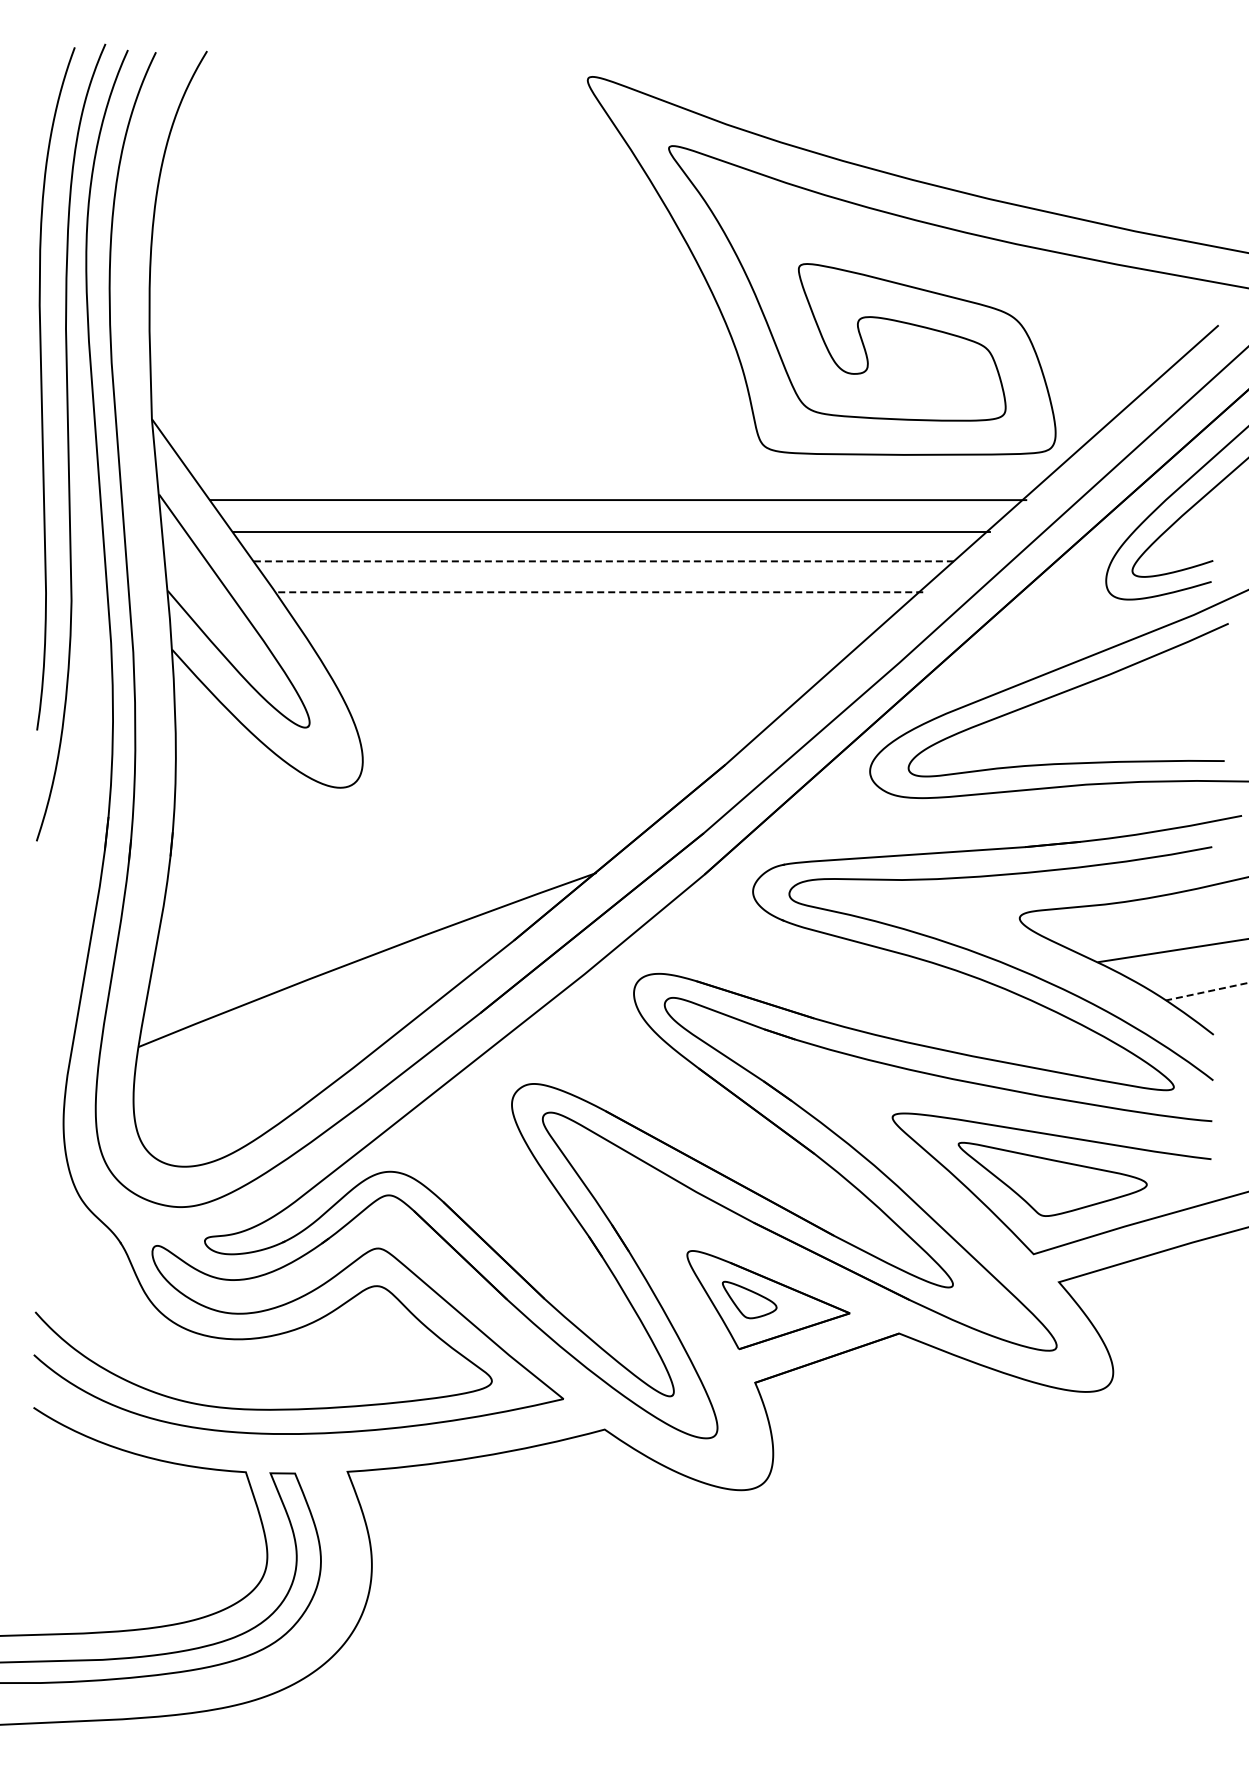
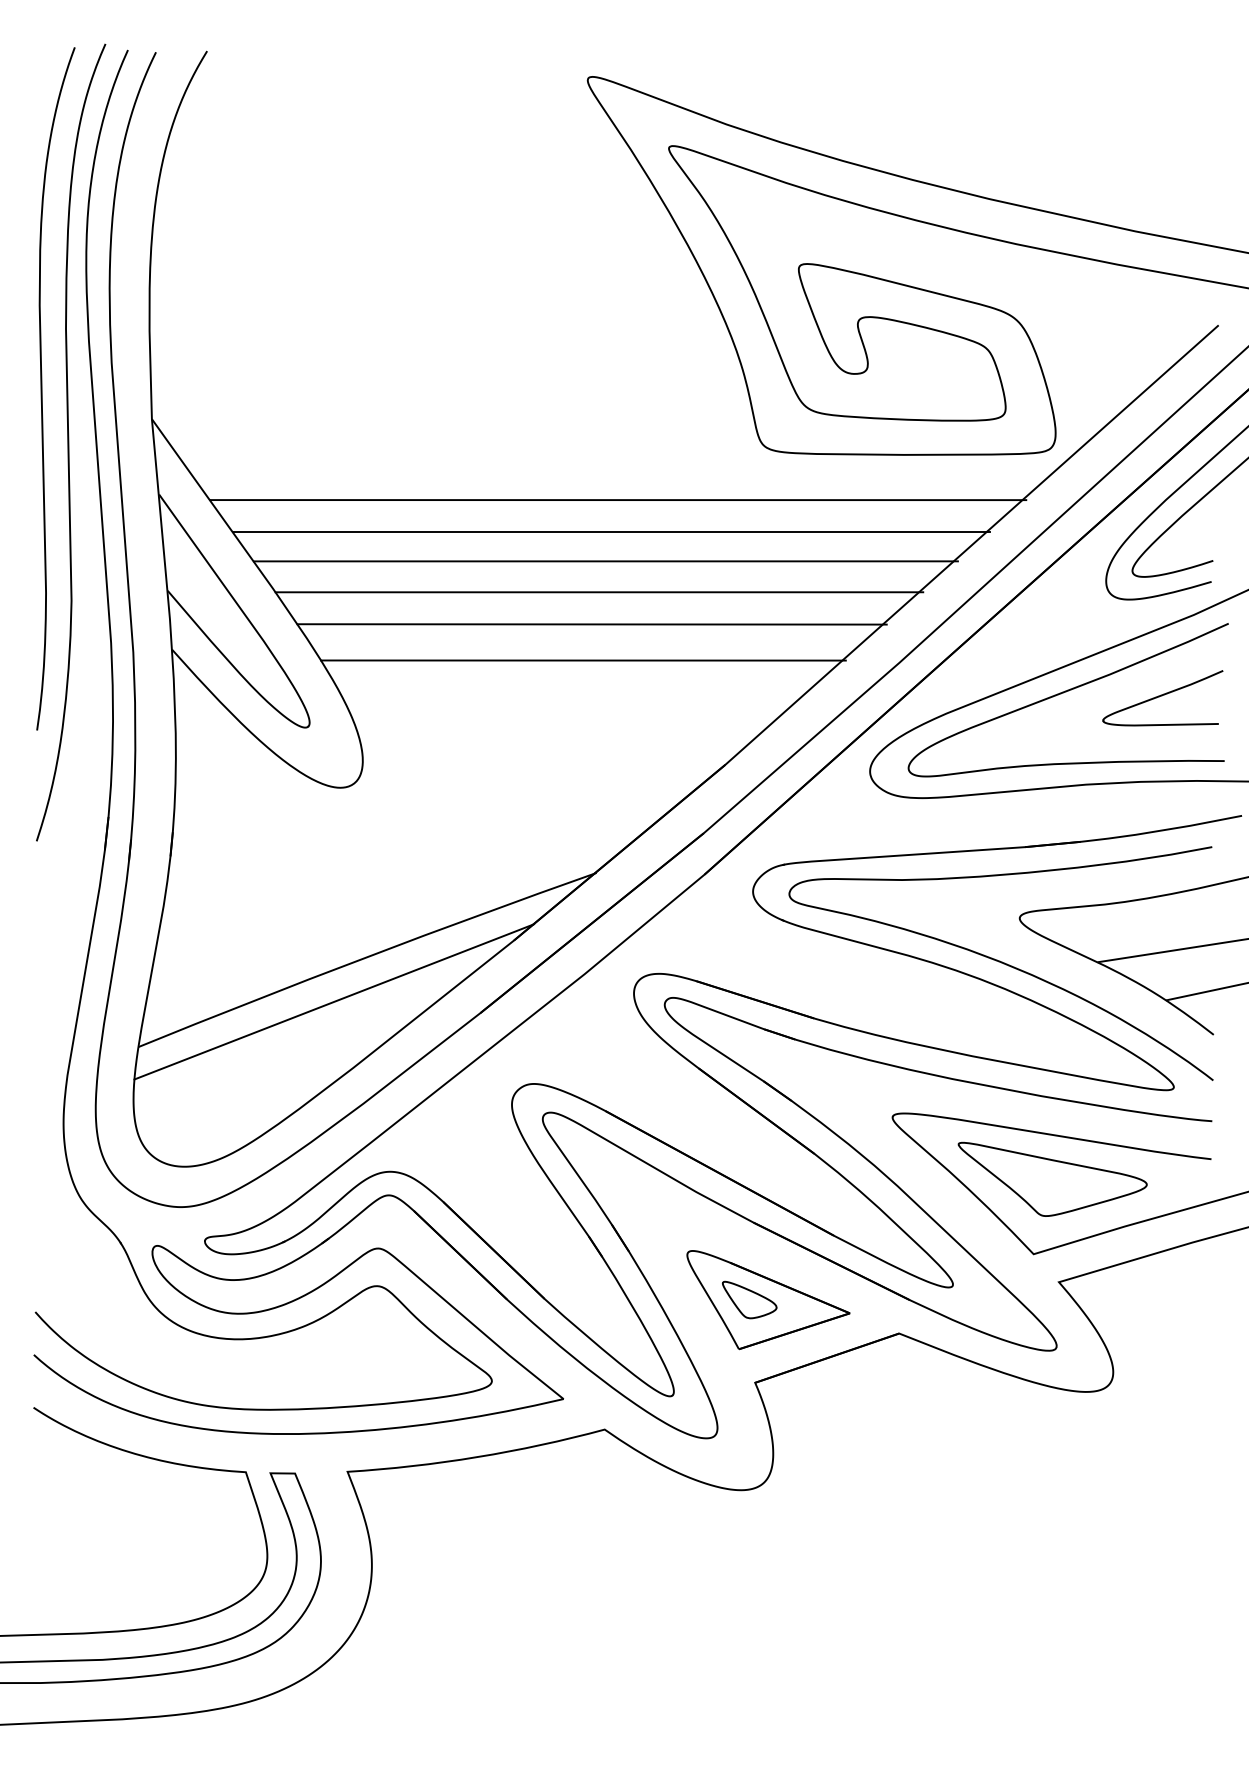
line at (606, 561): dashed -> solid
line at (599, 592): dashed -> solid
line at (591, 624): none -> present
line at (583, 660): none -> present
curve at (1162, 696): none -> present
line at (1206, 991): dashed -> solid
line at (334, 1001): none -> present
